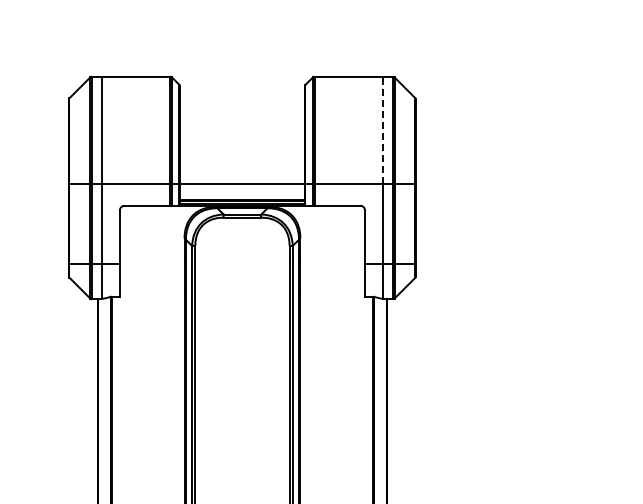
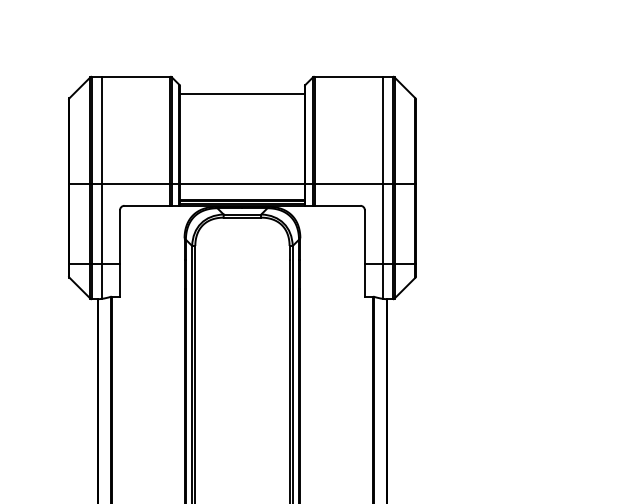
line at (242, 94): none -> present
line at (382, 129): dashed -> solid
